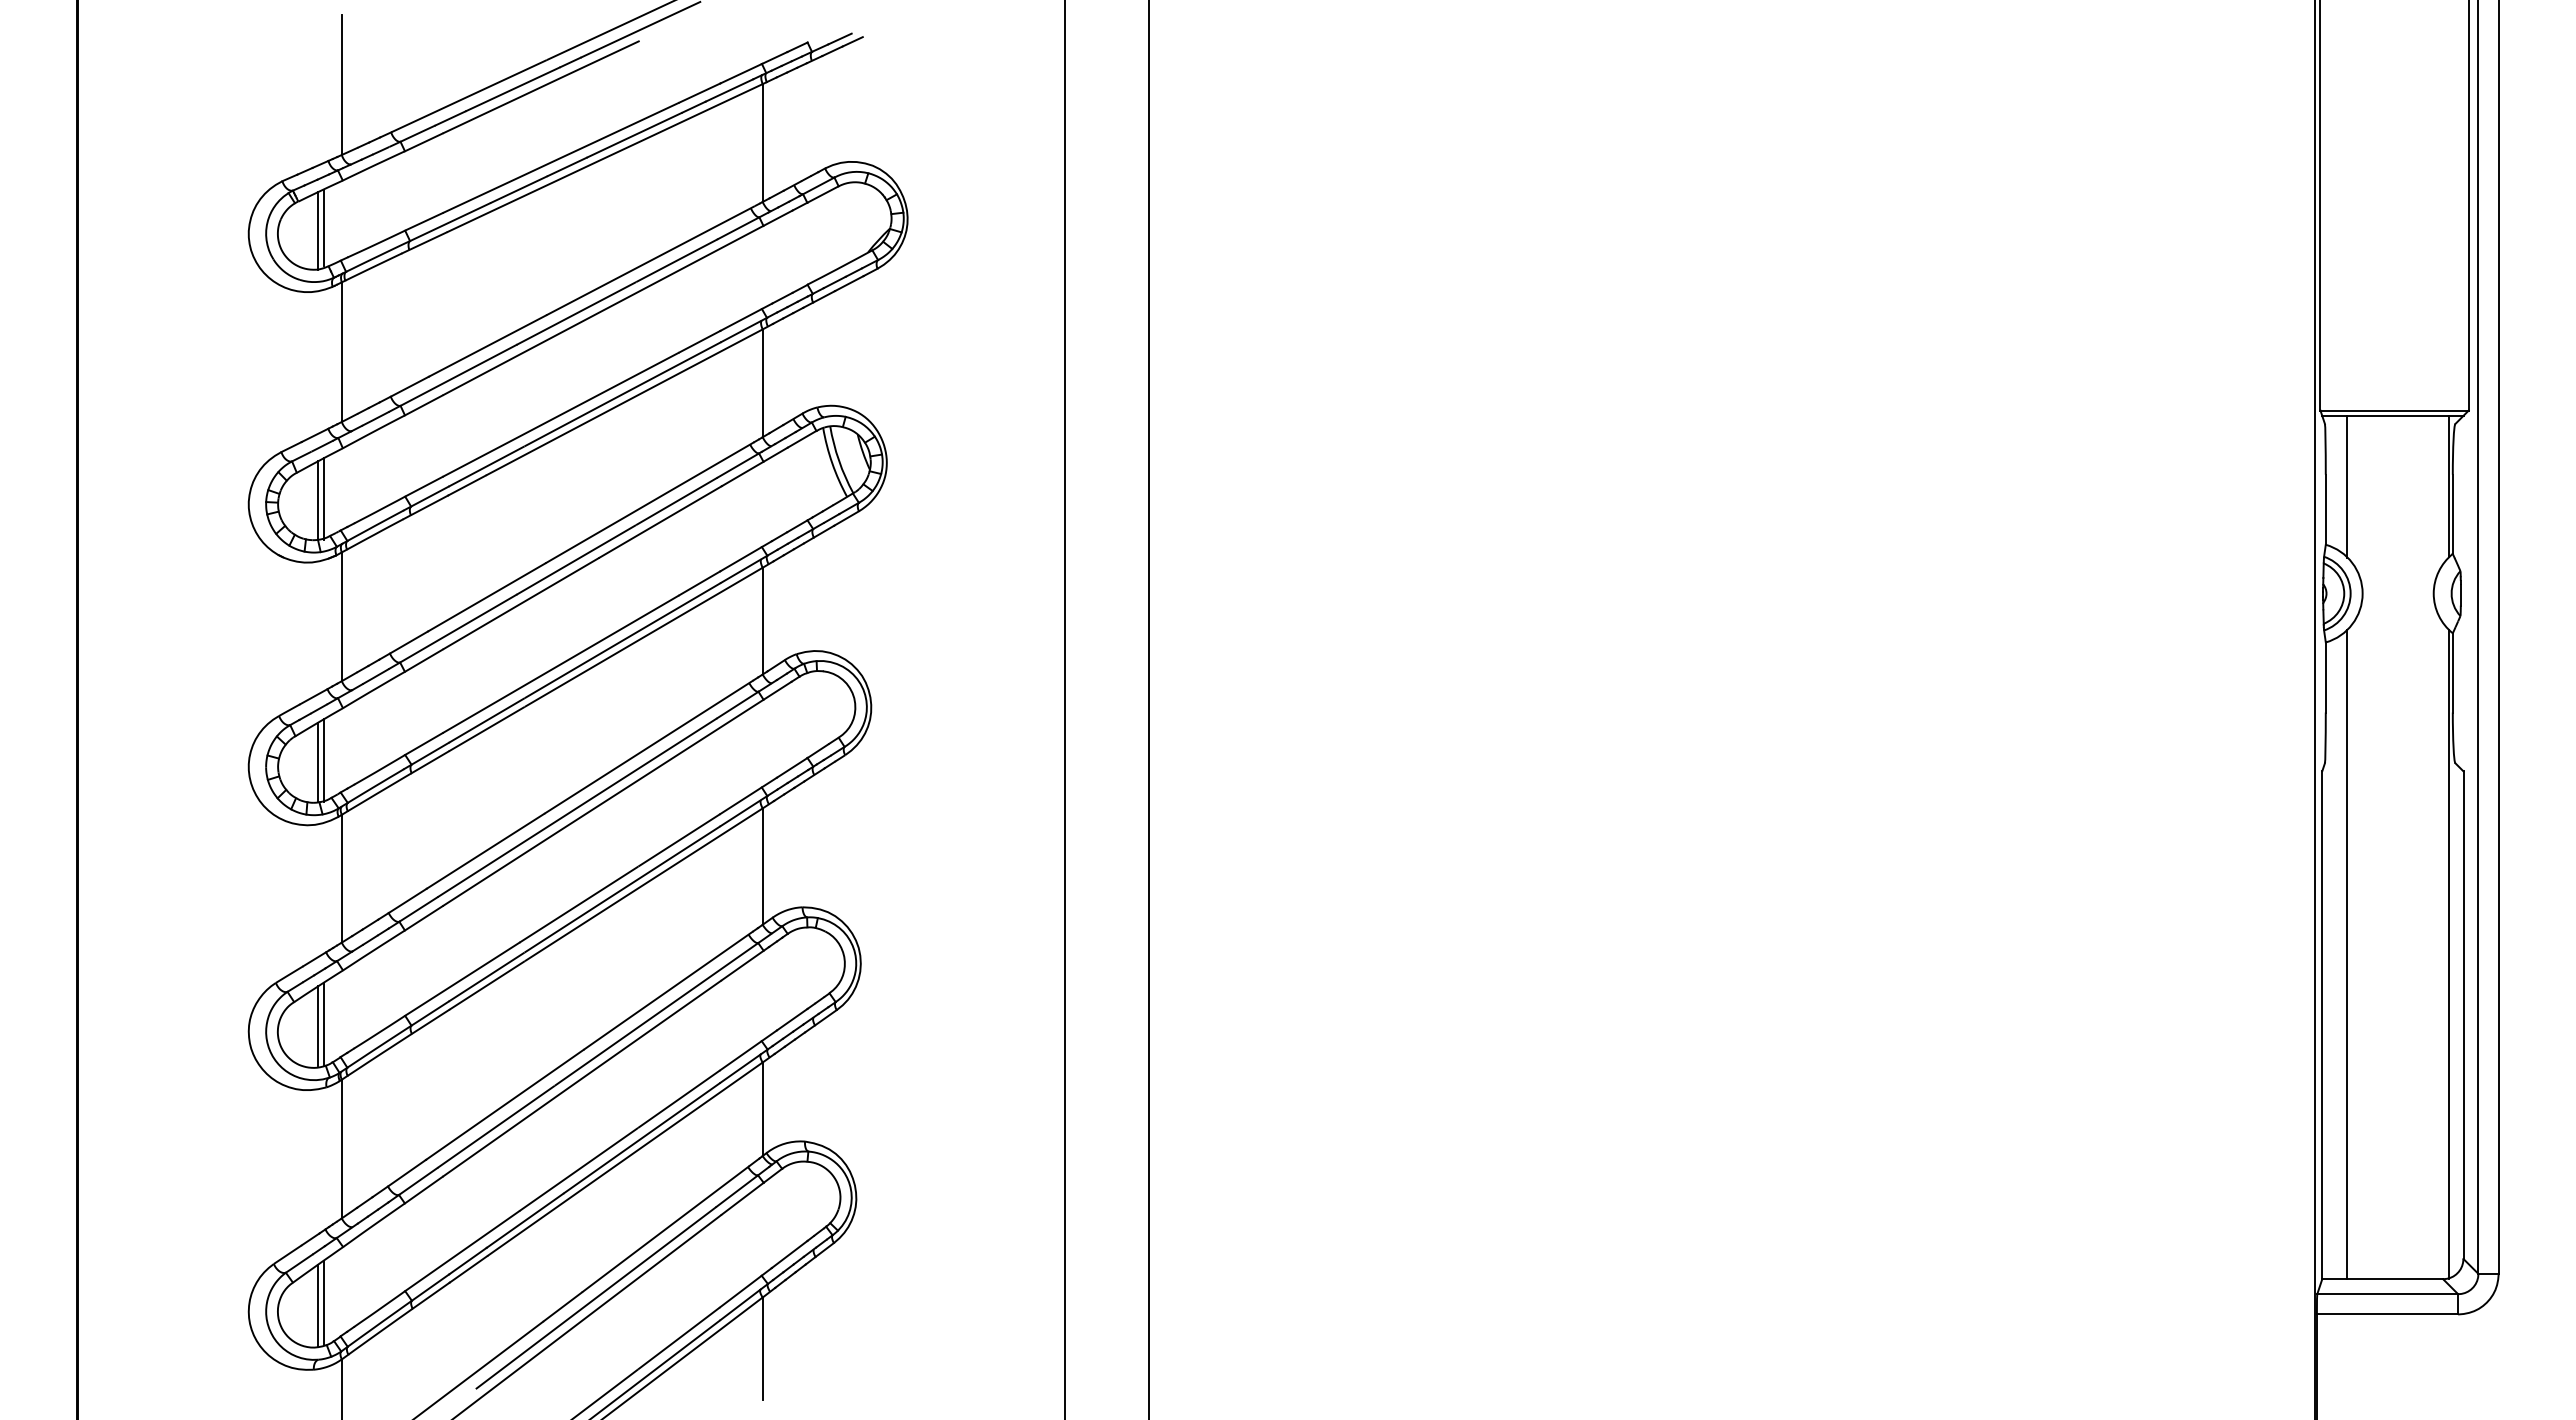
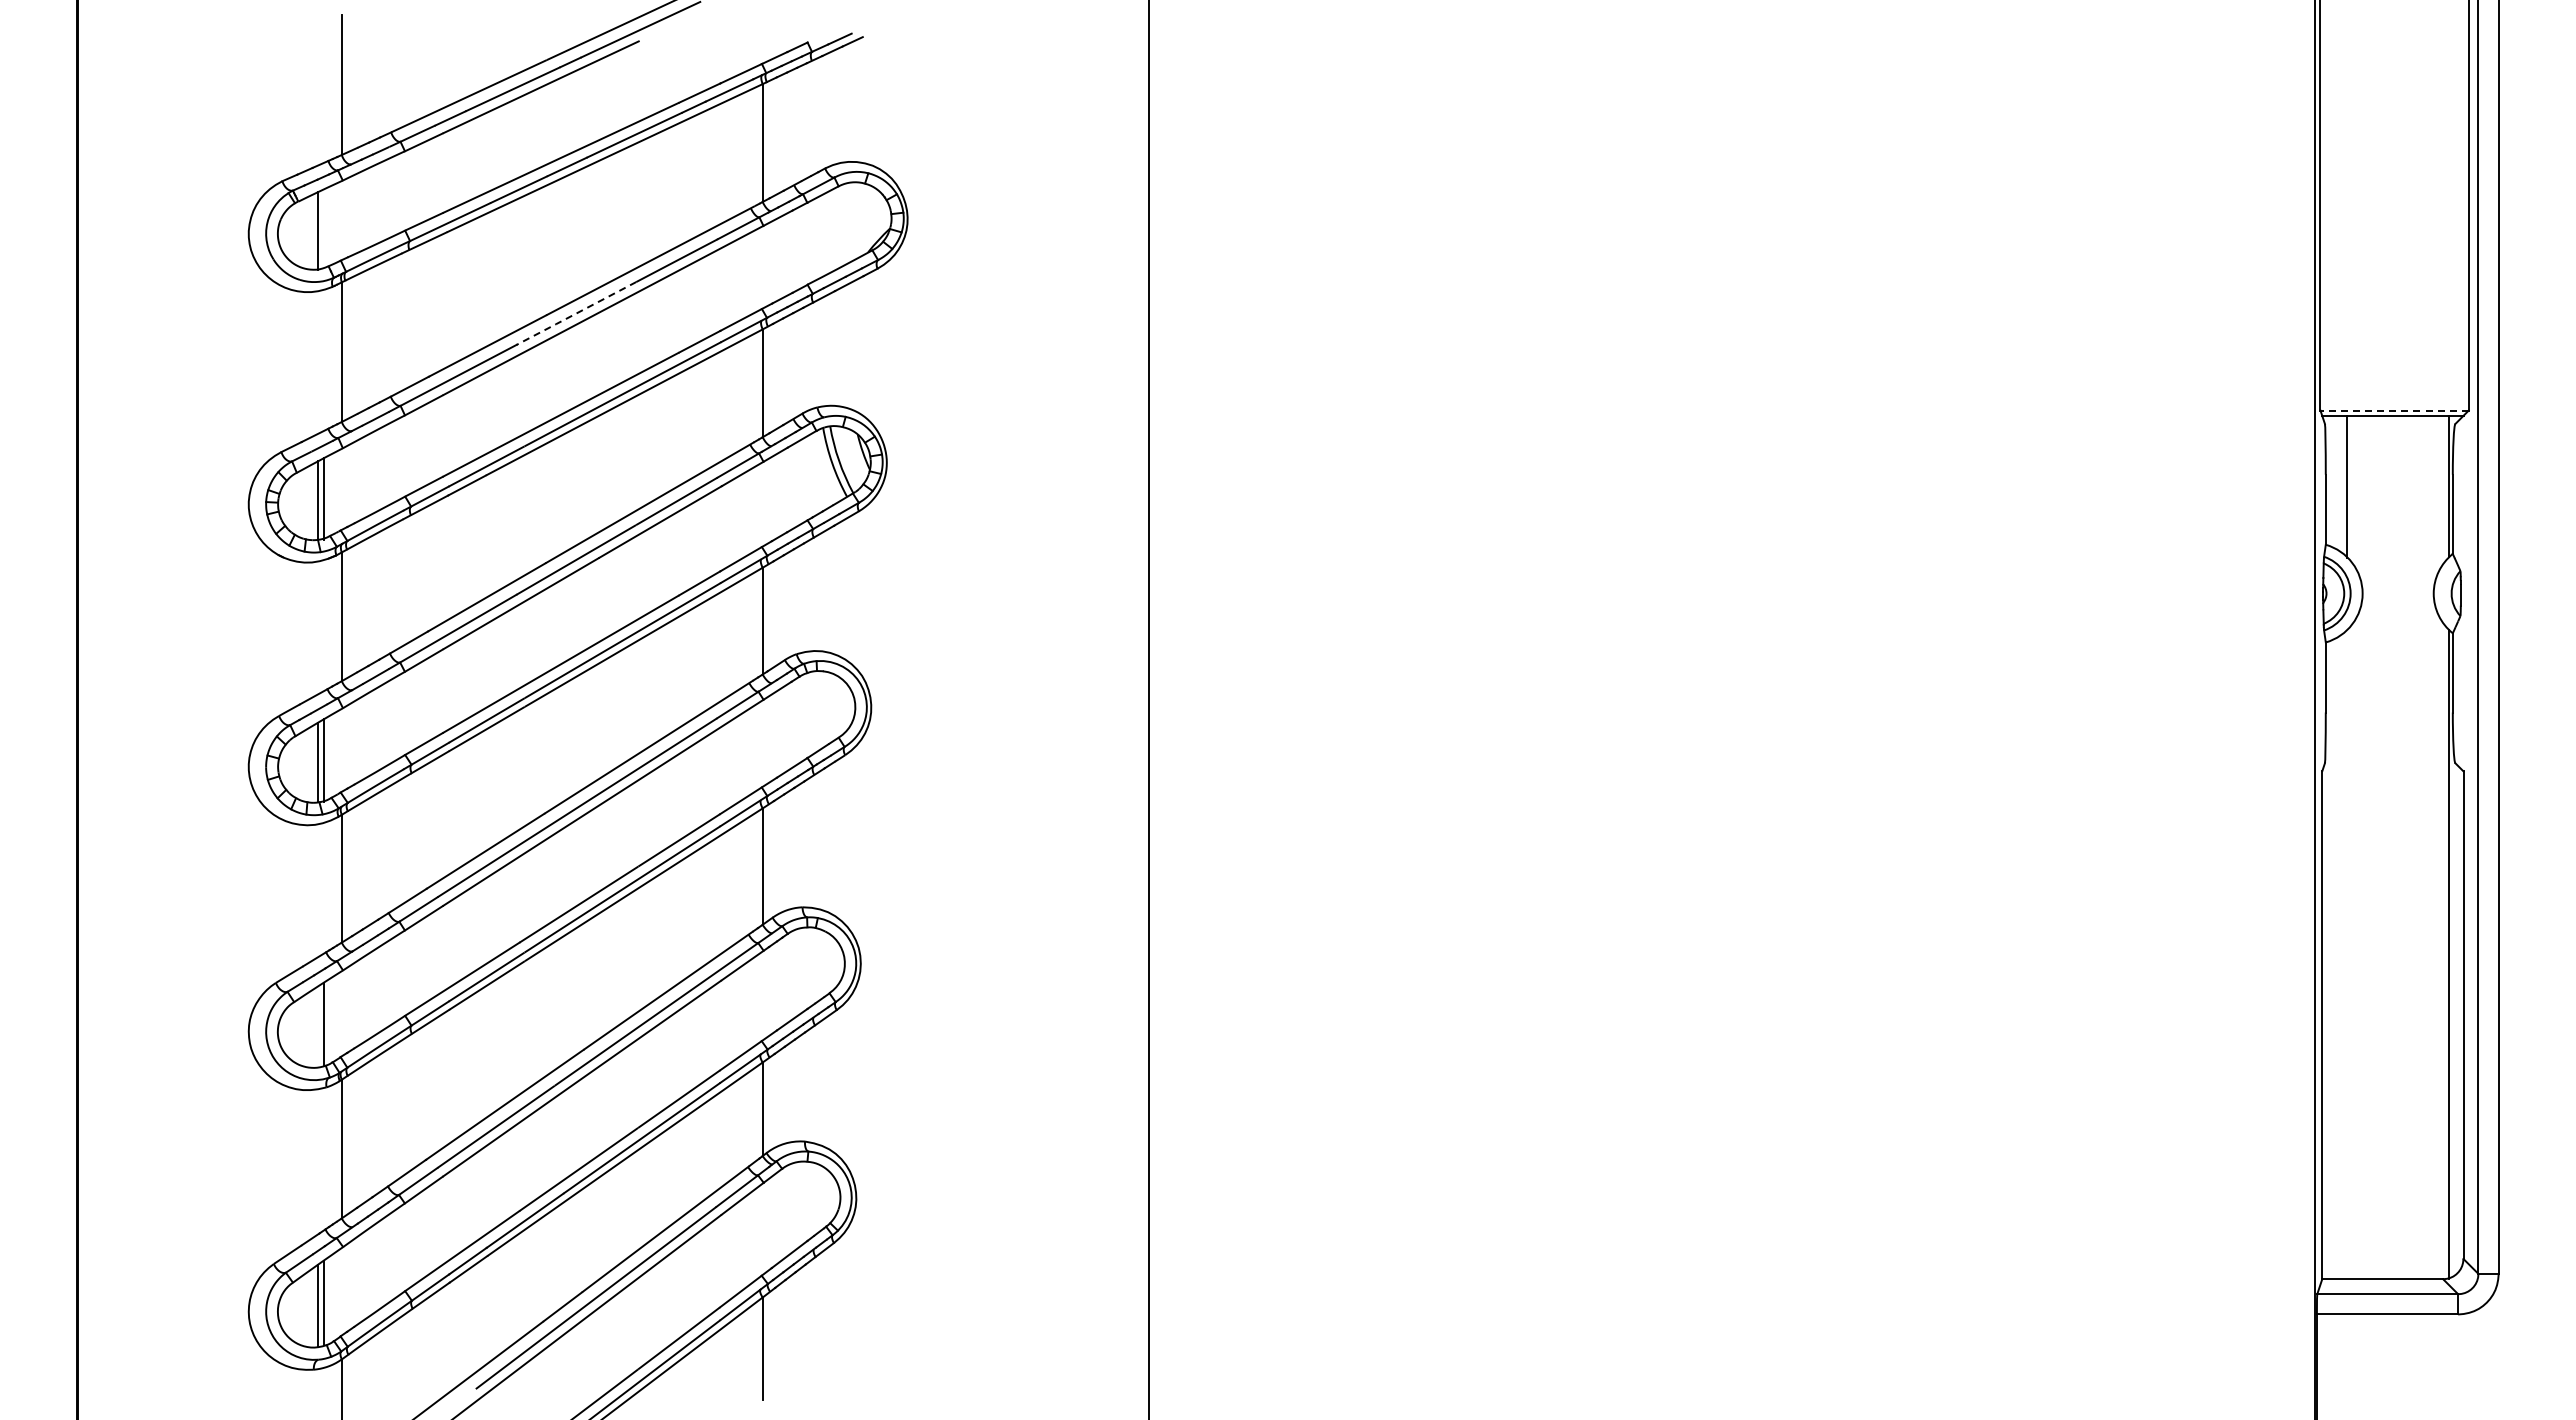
line at (323, 227): present -> none
line at (575, 314): solid -> dashed
line at (2394, 410): solid -> dashed
line at (1065, 709): present -> none
line at (2347, 954): present -> none
line at (317, 1025): present -> none
